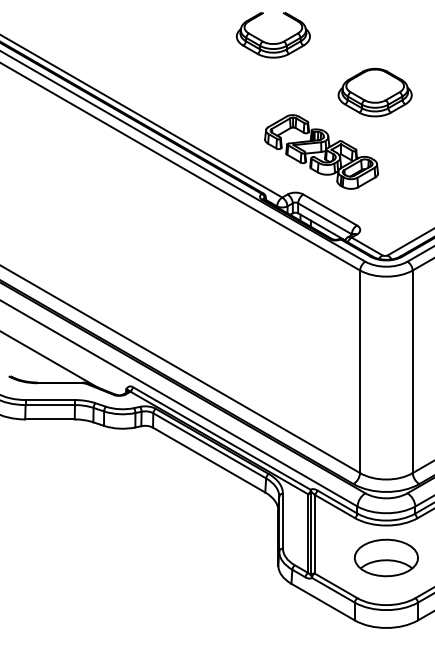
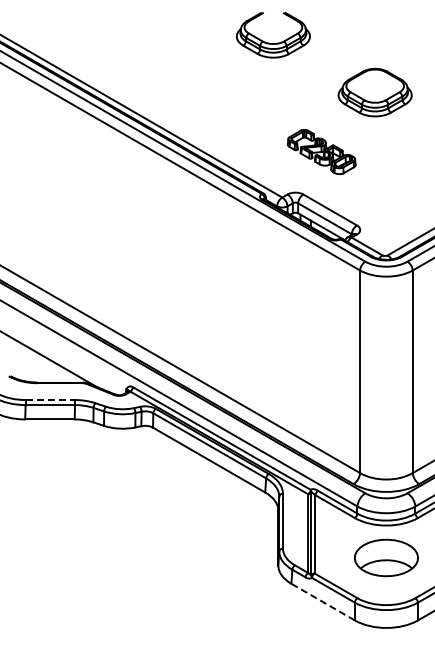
part at (321, 151) size: 116x76 px -> 71x46 px
line at (50, 400): solid -> dashed
line at (323, 602): solid -> dashed
